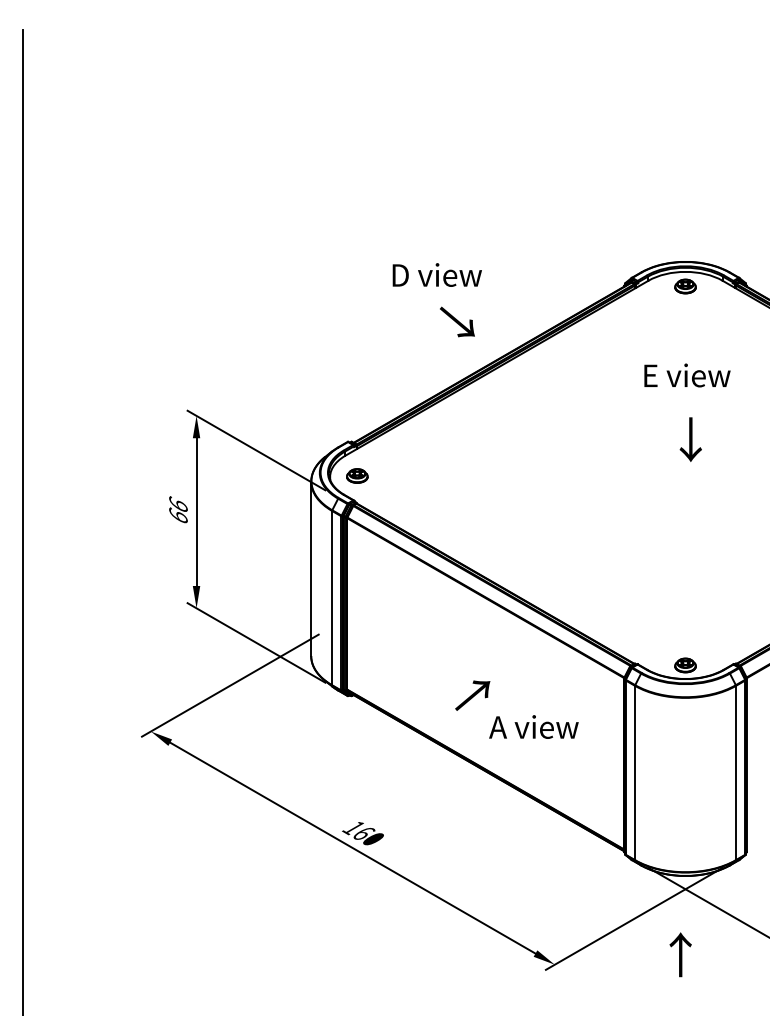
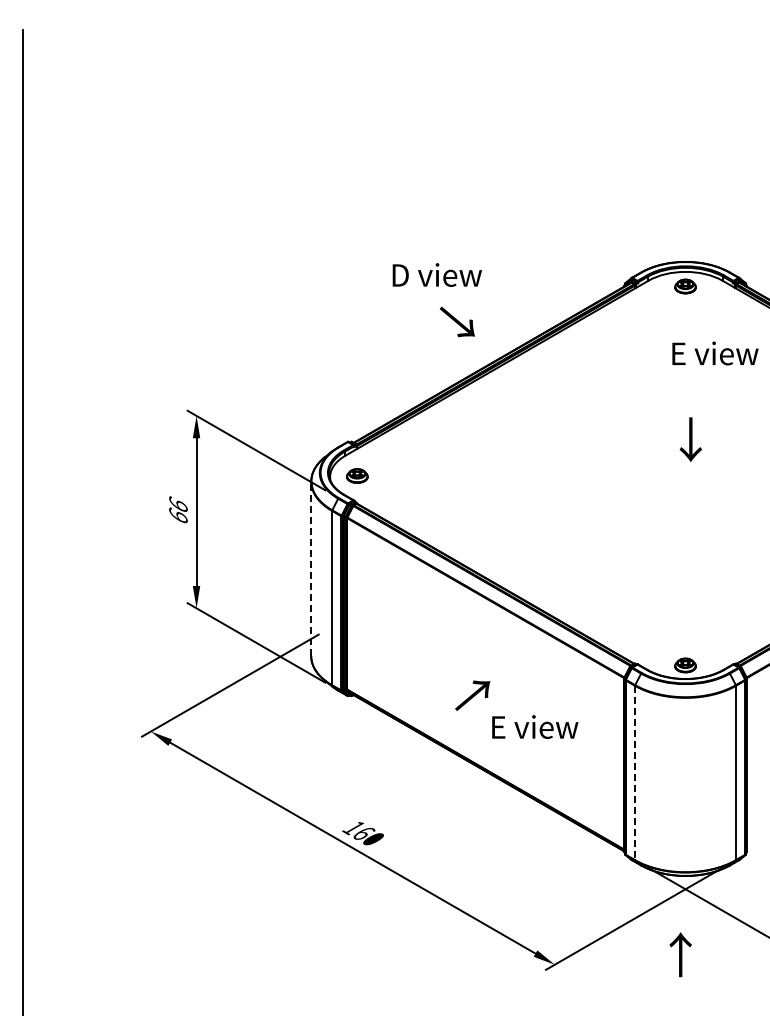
text at (687, 375) position: (687, 375) -> (715, 353)
line at (311, 568): solid -> dashed
text at (533, 726): A view -> E view
line at (635, 773): solid -> dashed
